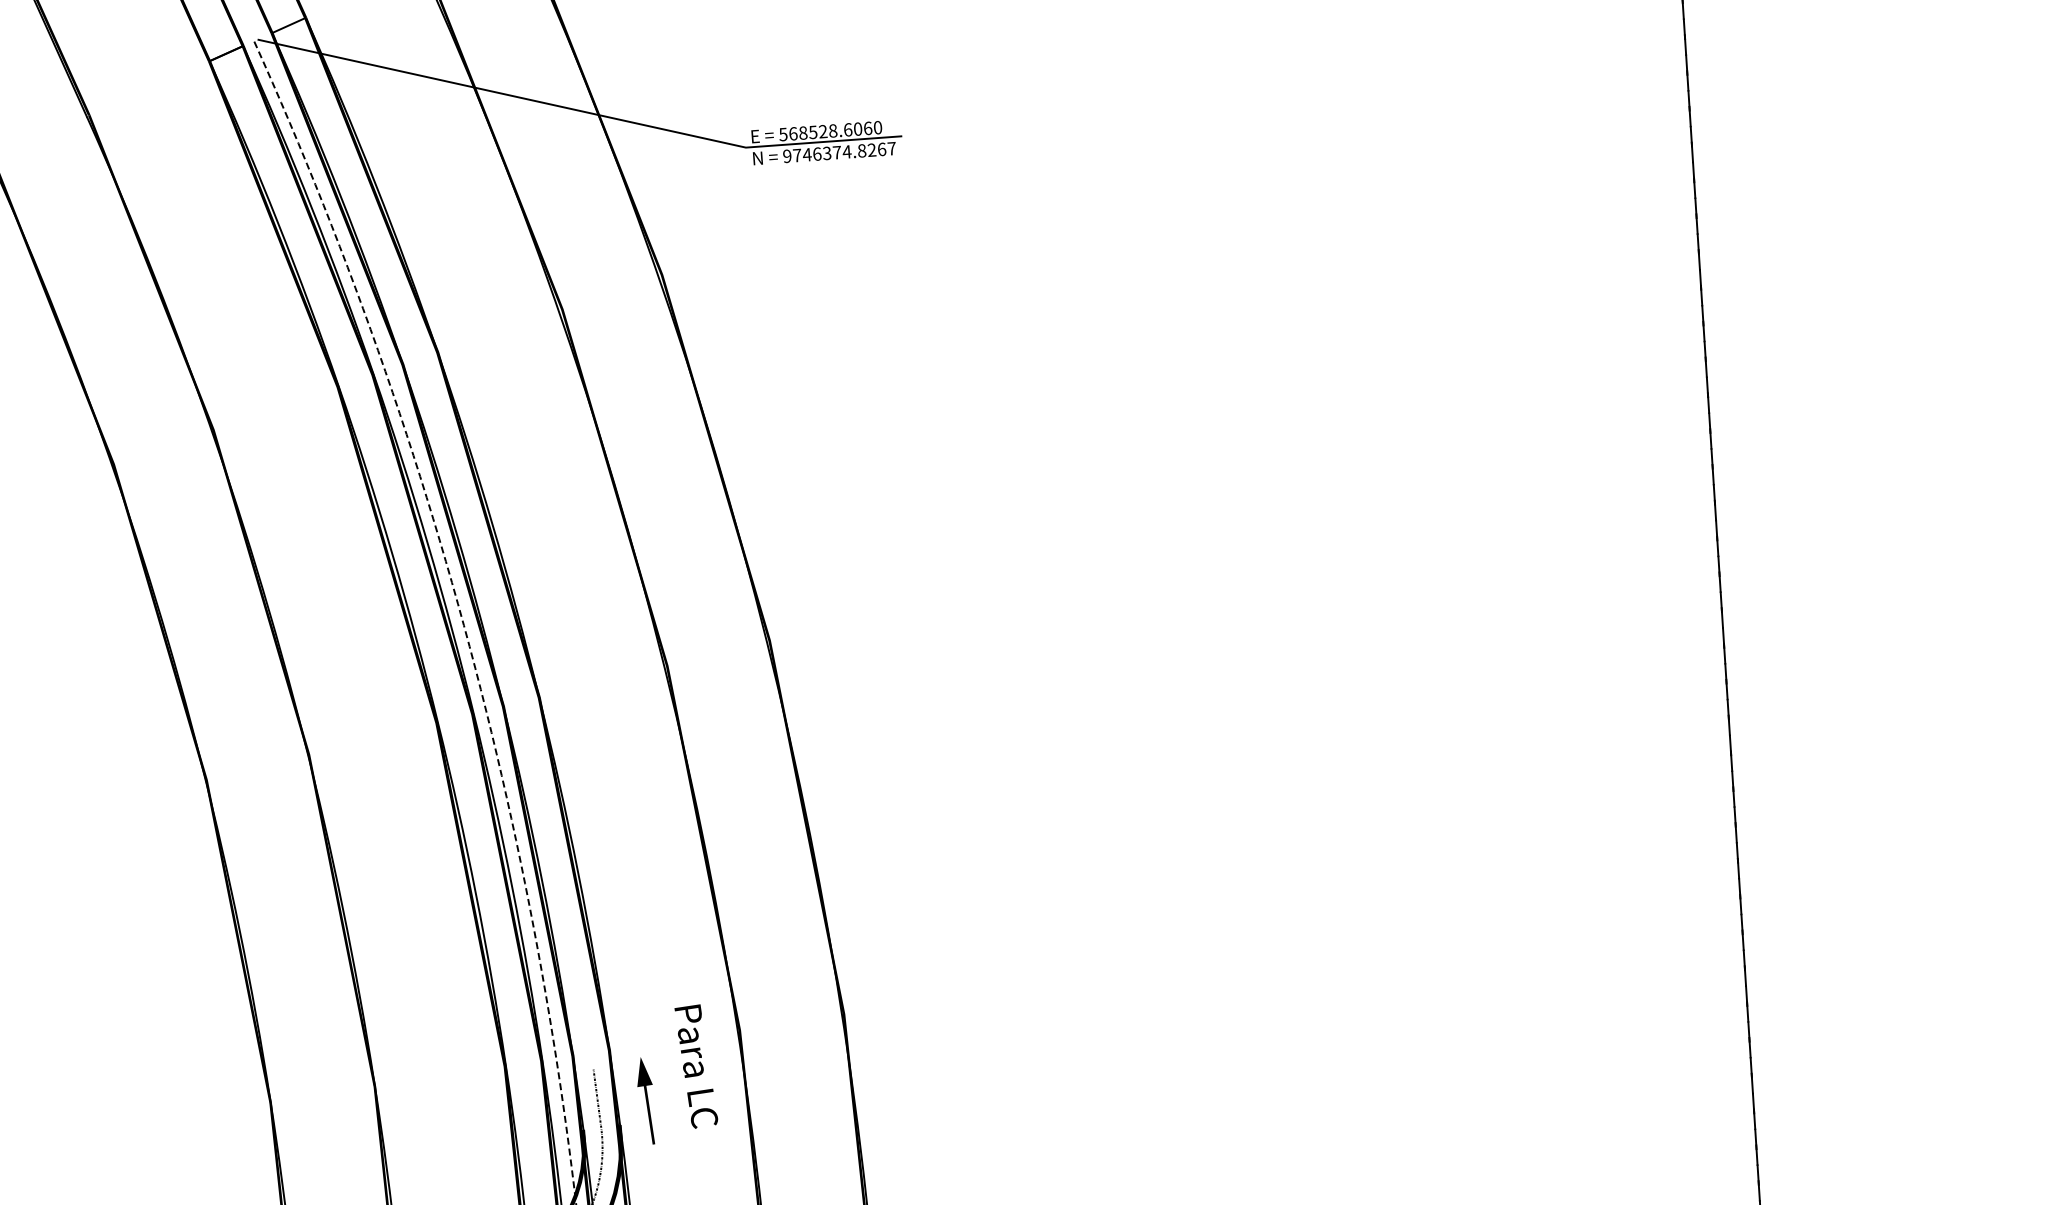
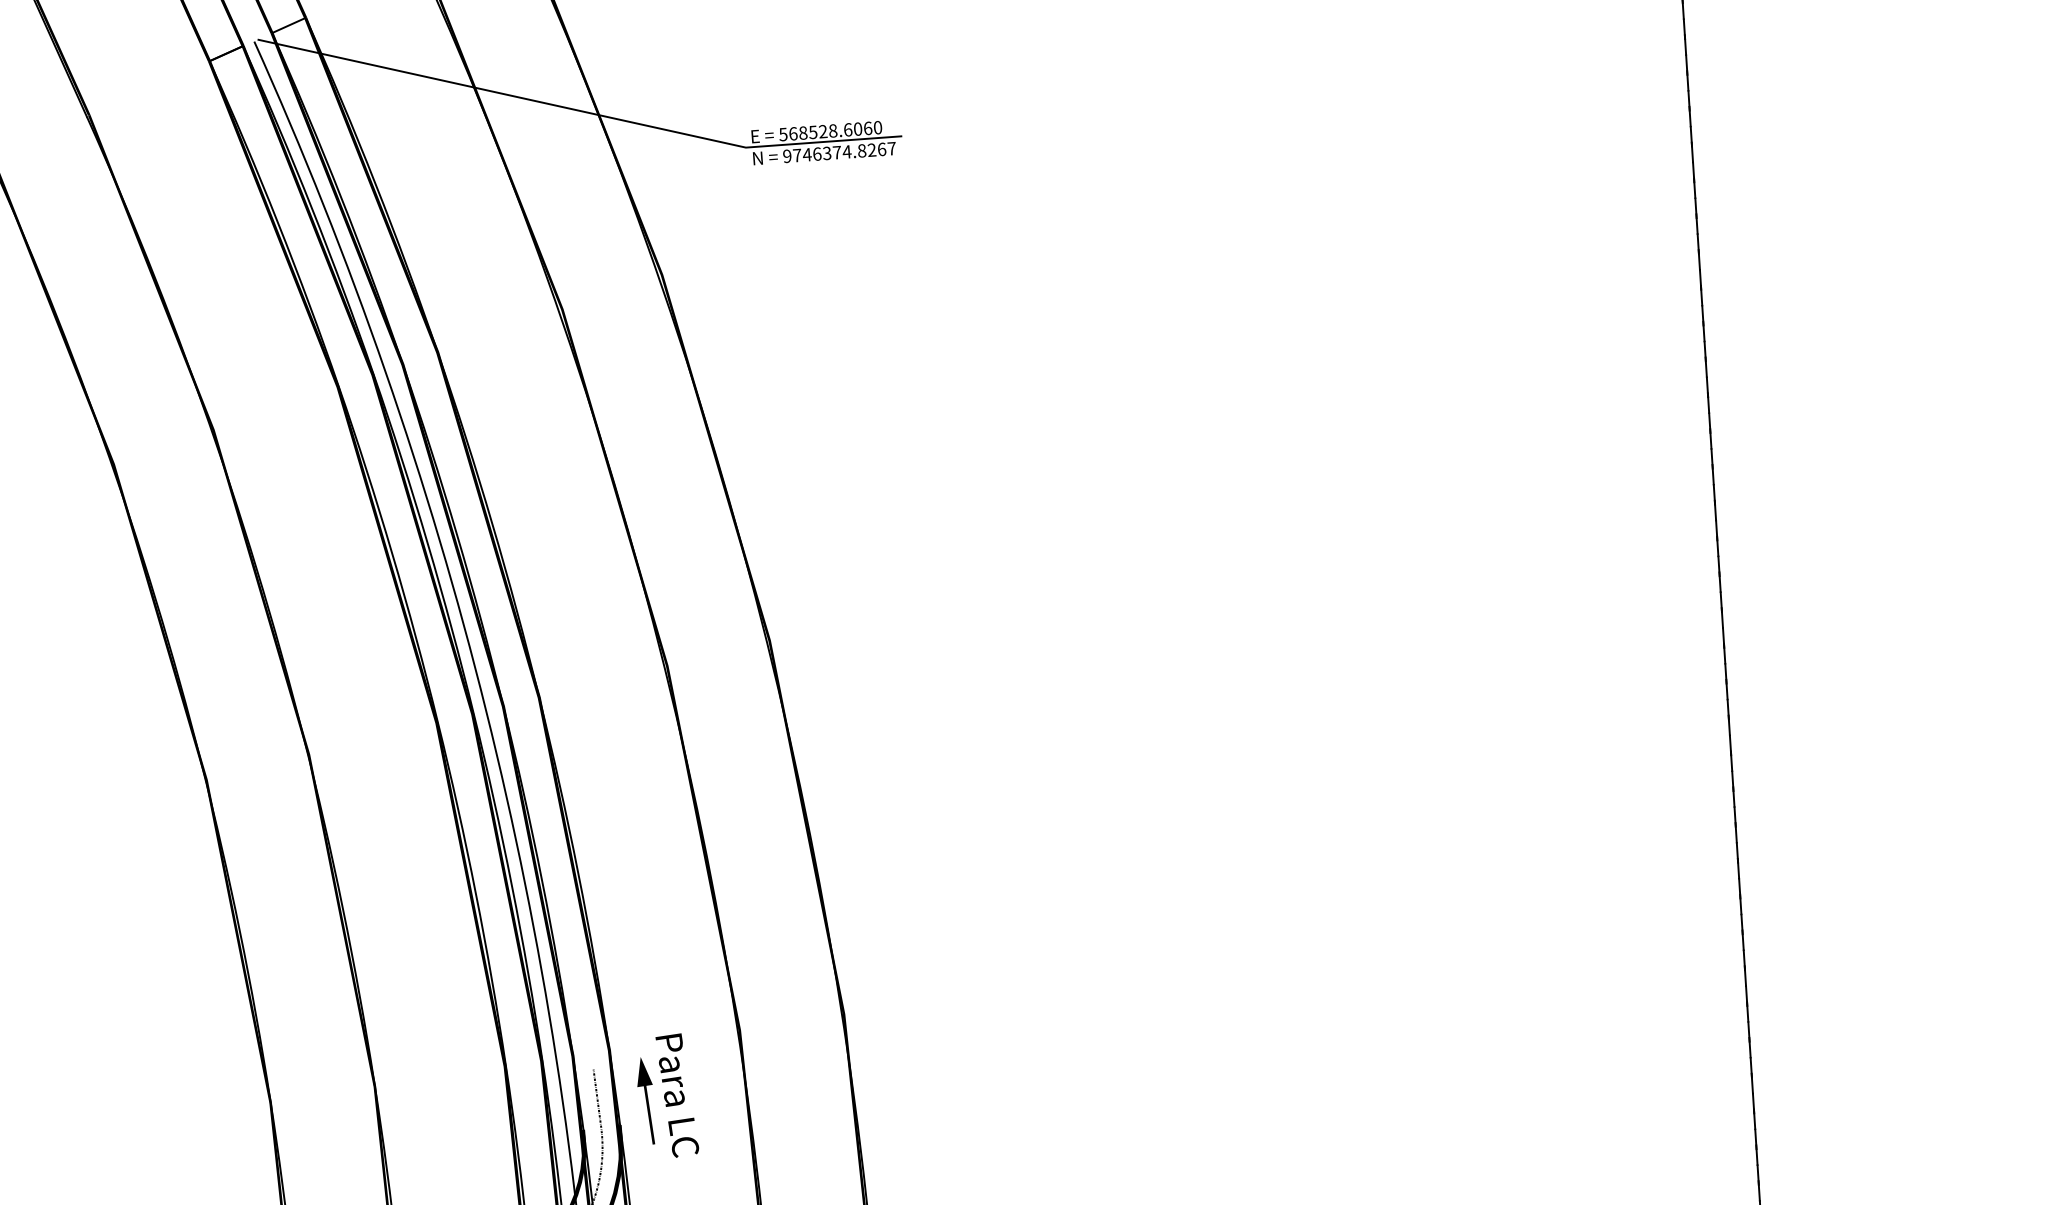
line at (460, 612): dashed -> solid
text at (696, 1066) position: (696, 1066) -> (677, 1095)
